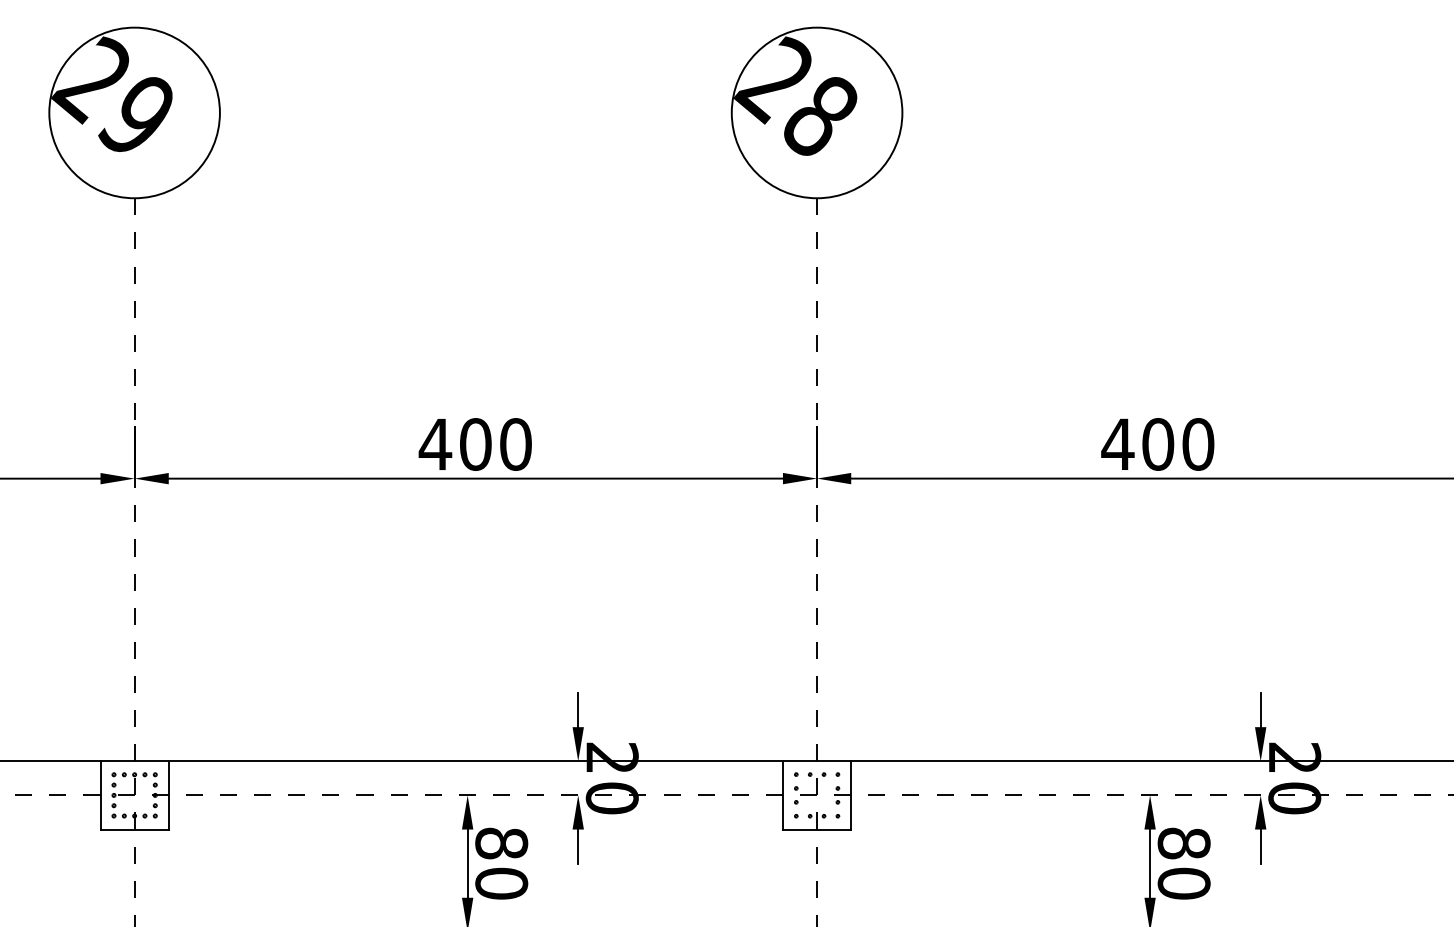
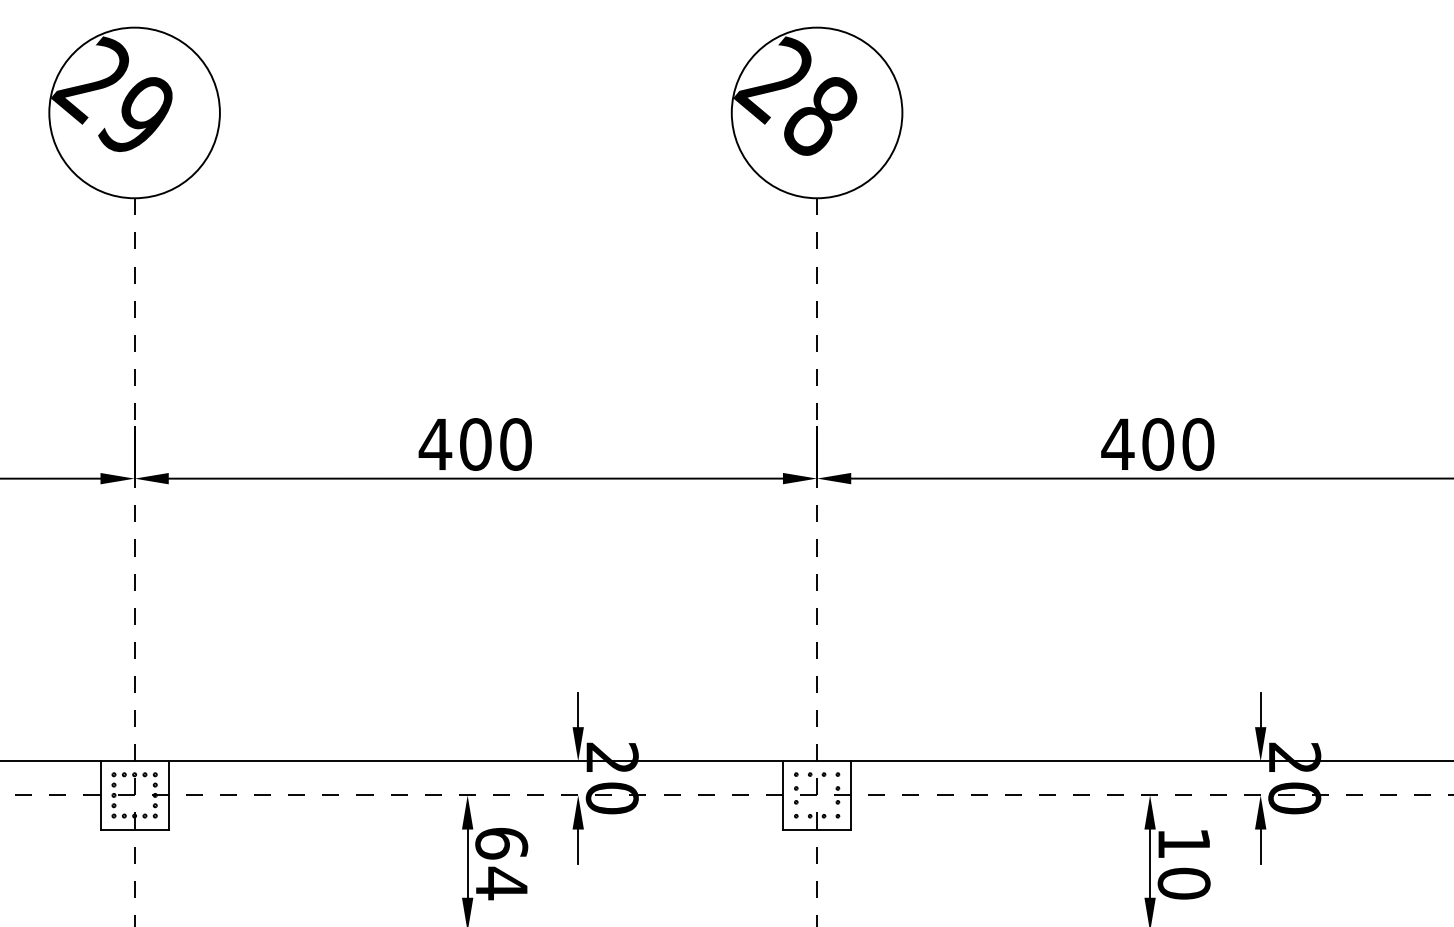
text at (1183, 843): 80 -> 10
text at (501, 863): 80 -> 64
